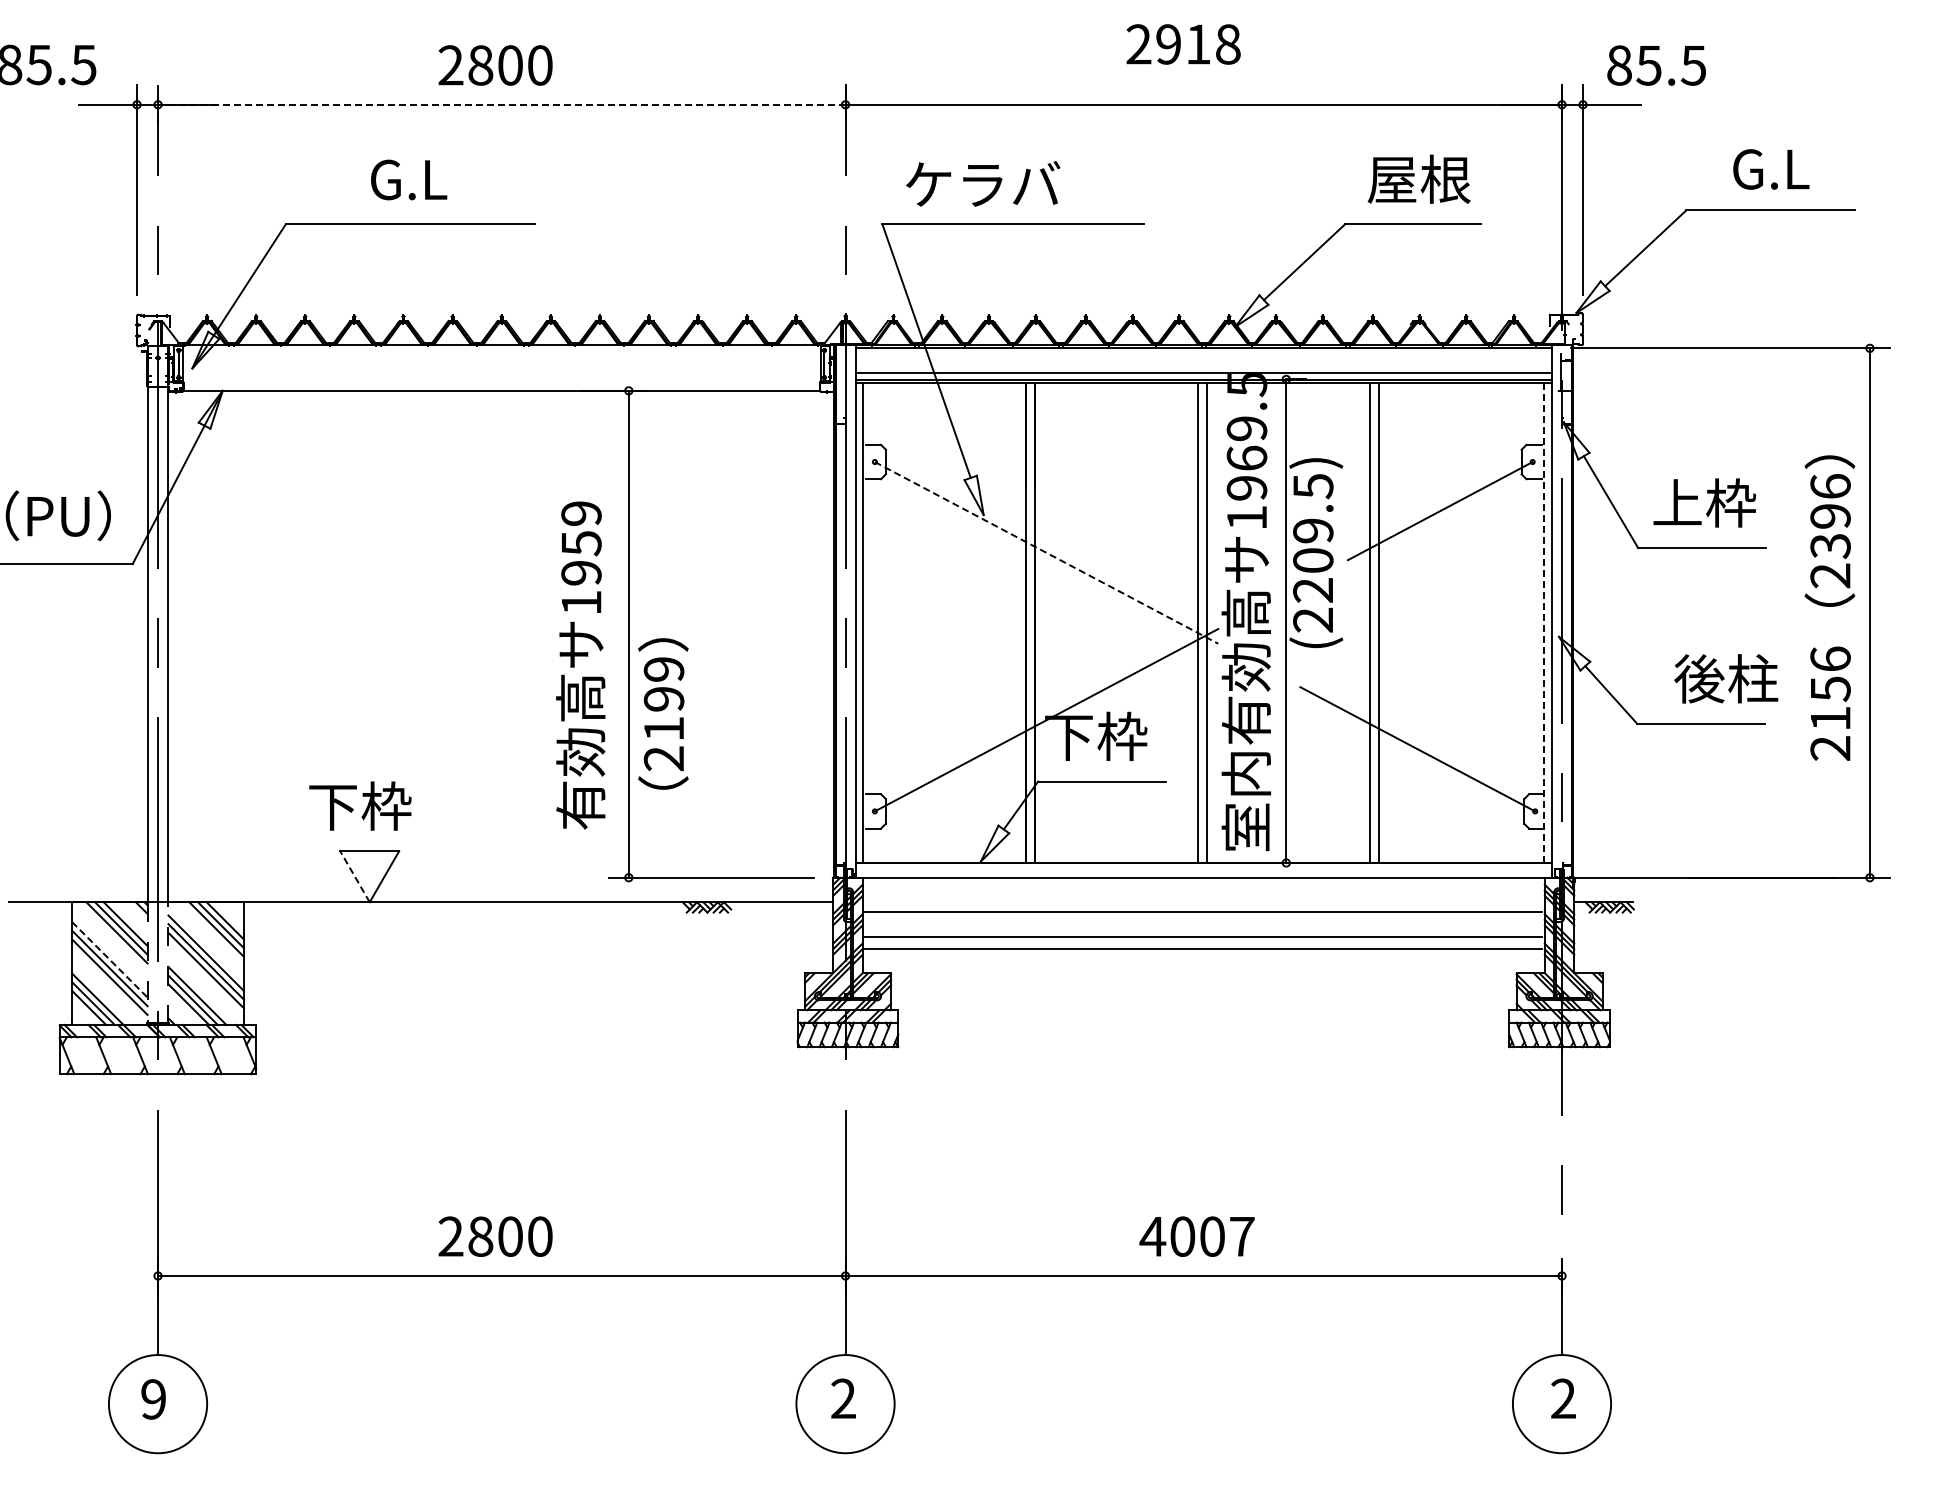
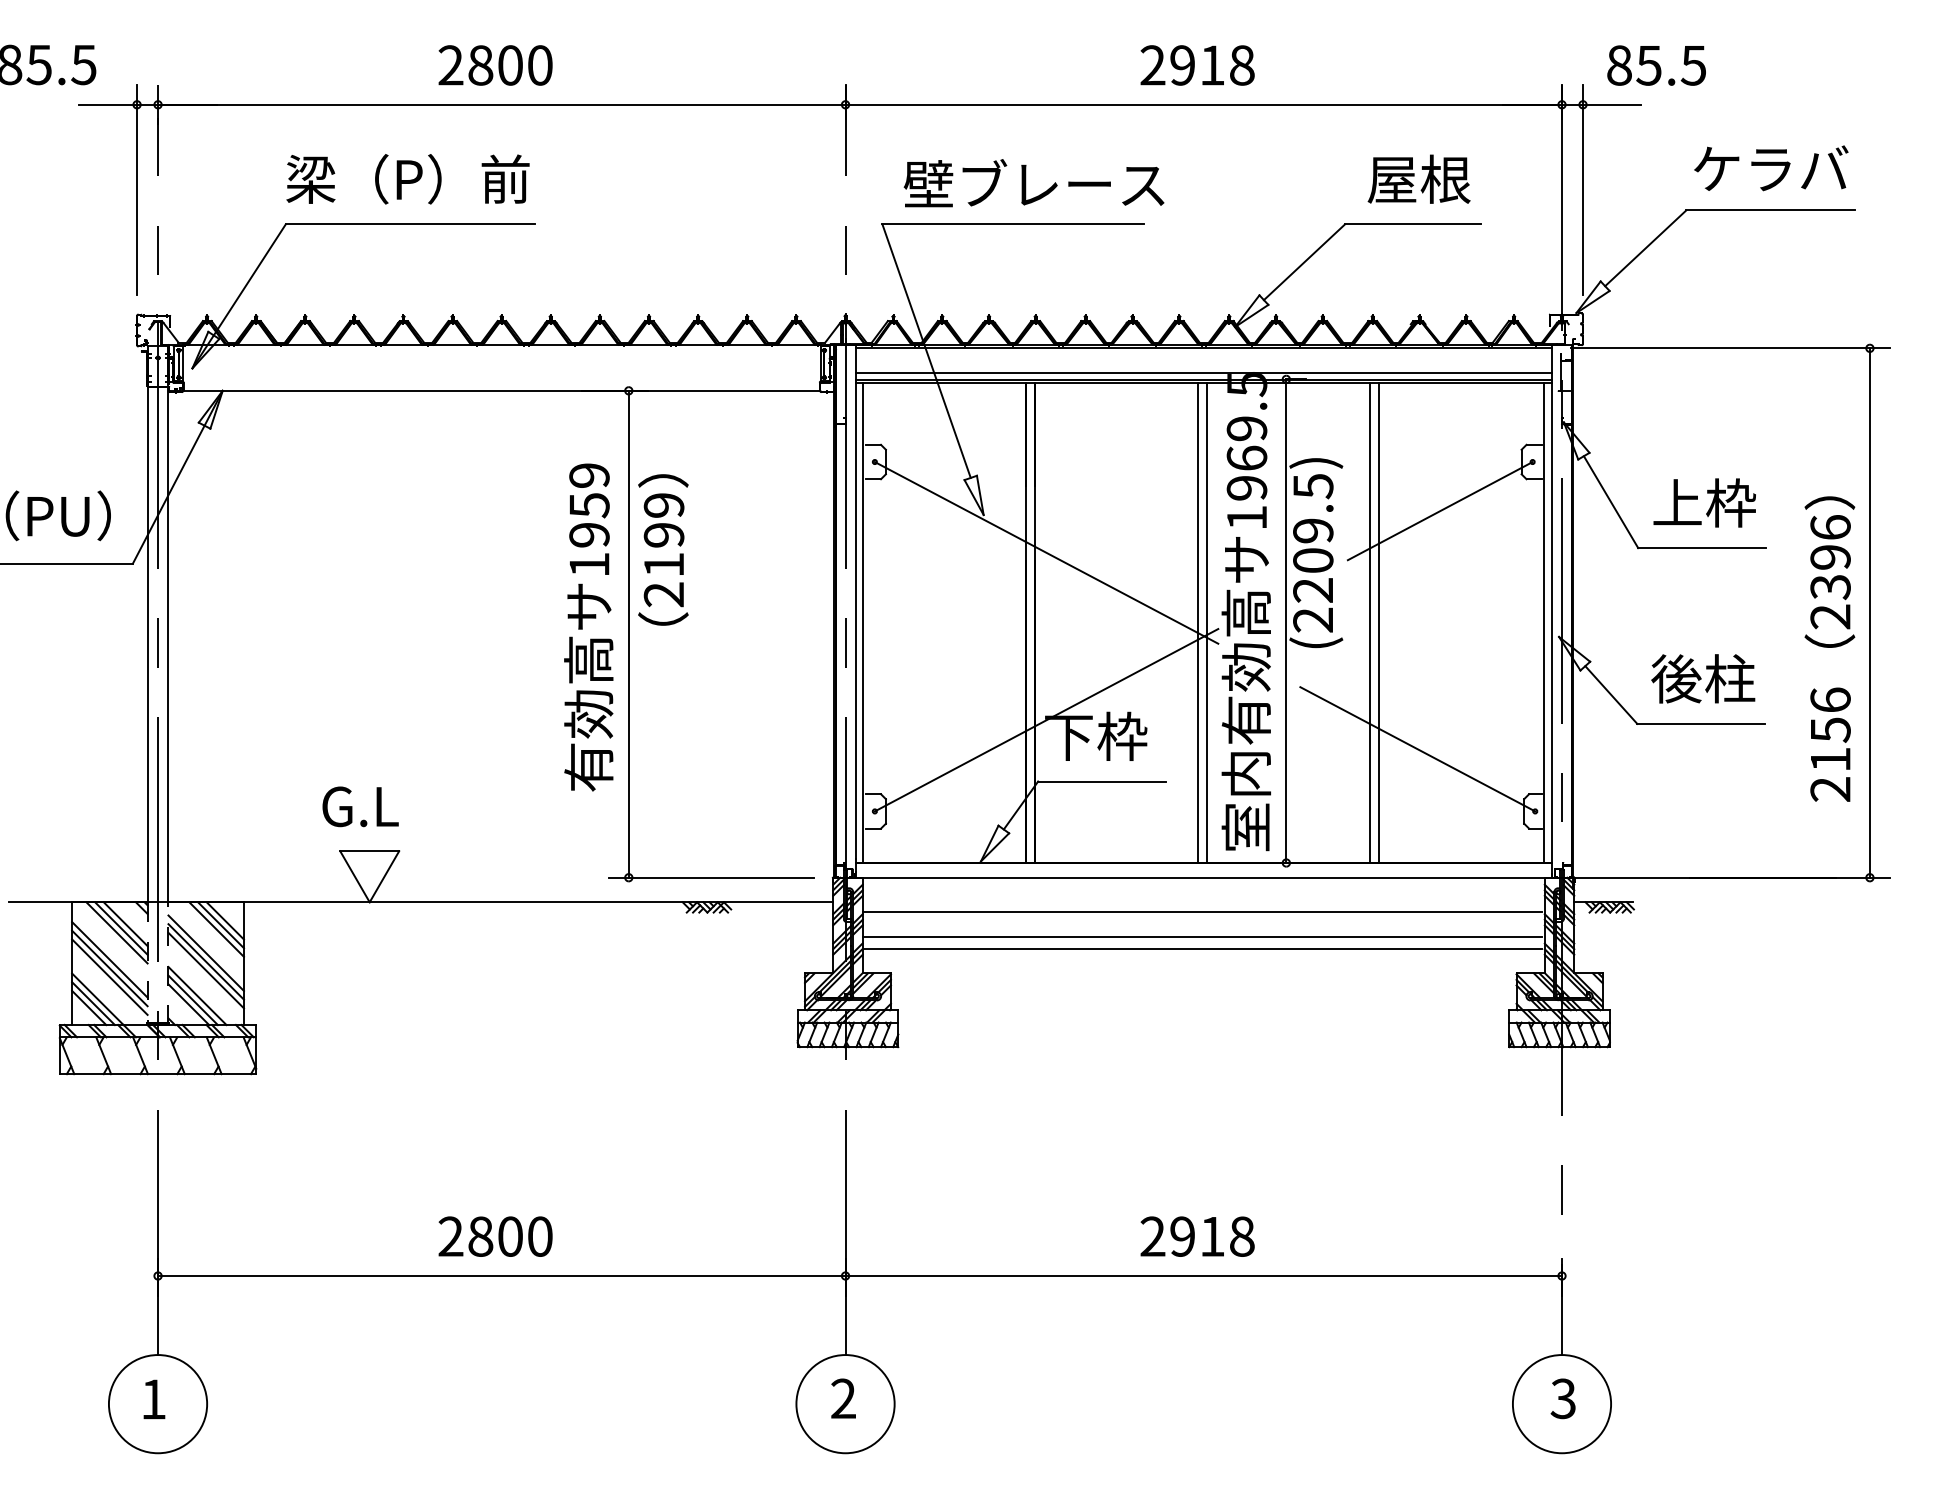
text at (1183, 44) position: (1183, 44) -> (1197, 65)
line at (501, 104): dashed -> solid
text at (1771, 168): G.L -> ケラバ
text at (407, 179): G.L -> 梁（P）前
text at (1033, 183): ケラバ -> 壁ブレース
line at (1047, 553): dashed -> solid
text at (1829, 607) position: (1829, 607) -> (1829, 648)
line at (1544, 623): dashed -> solid
text at (580, 665) position: (580, 665) -> (588, 627)
text at (1726, 678) position: (1726, 678) -> (1703, 678)
text at (663, 713) position: (663, 713) -> (663, 549)
text at (360, 805): 下枠 -> G.L
line at (354, 876): dashed -> solid
line at (110, 960): dashed -> solid
text at (1196, 1236): 4007 -> 2918
text at (1562, 1398): 2 -> 3
text at (153, 1399): 9 -> 1
